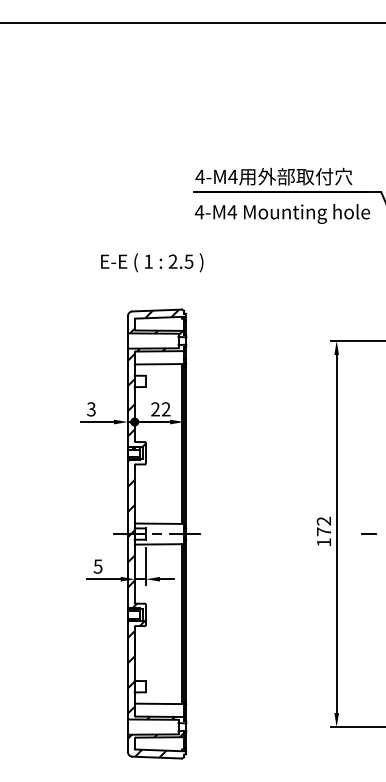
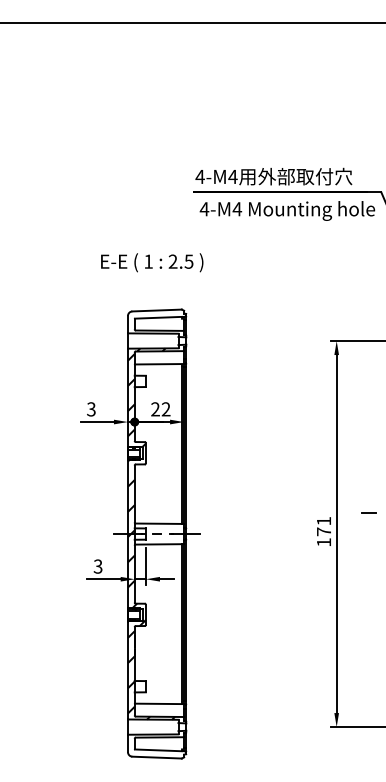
text at (282, 213) position: (282, 213) -> (287, 210)
hatch at (156, 322): present -> none
text at (323, 520): 172 -> 171
line at (368, 533) position: (368, 533) -> (368, 512)
text at (98, 566): 5 -> 3
hatch at (156, 743): present -> none
